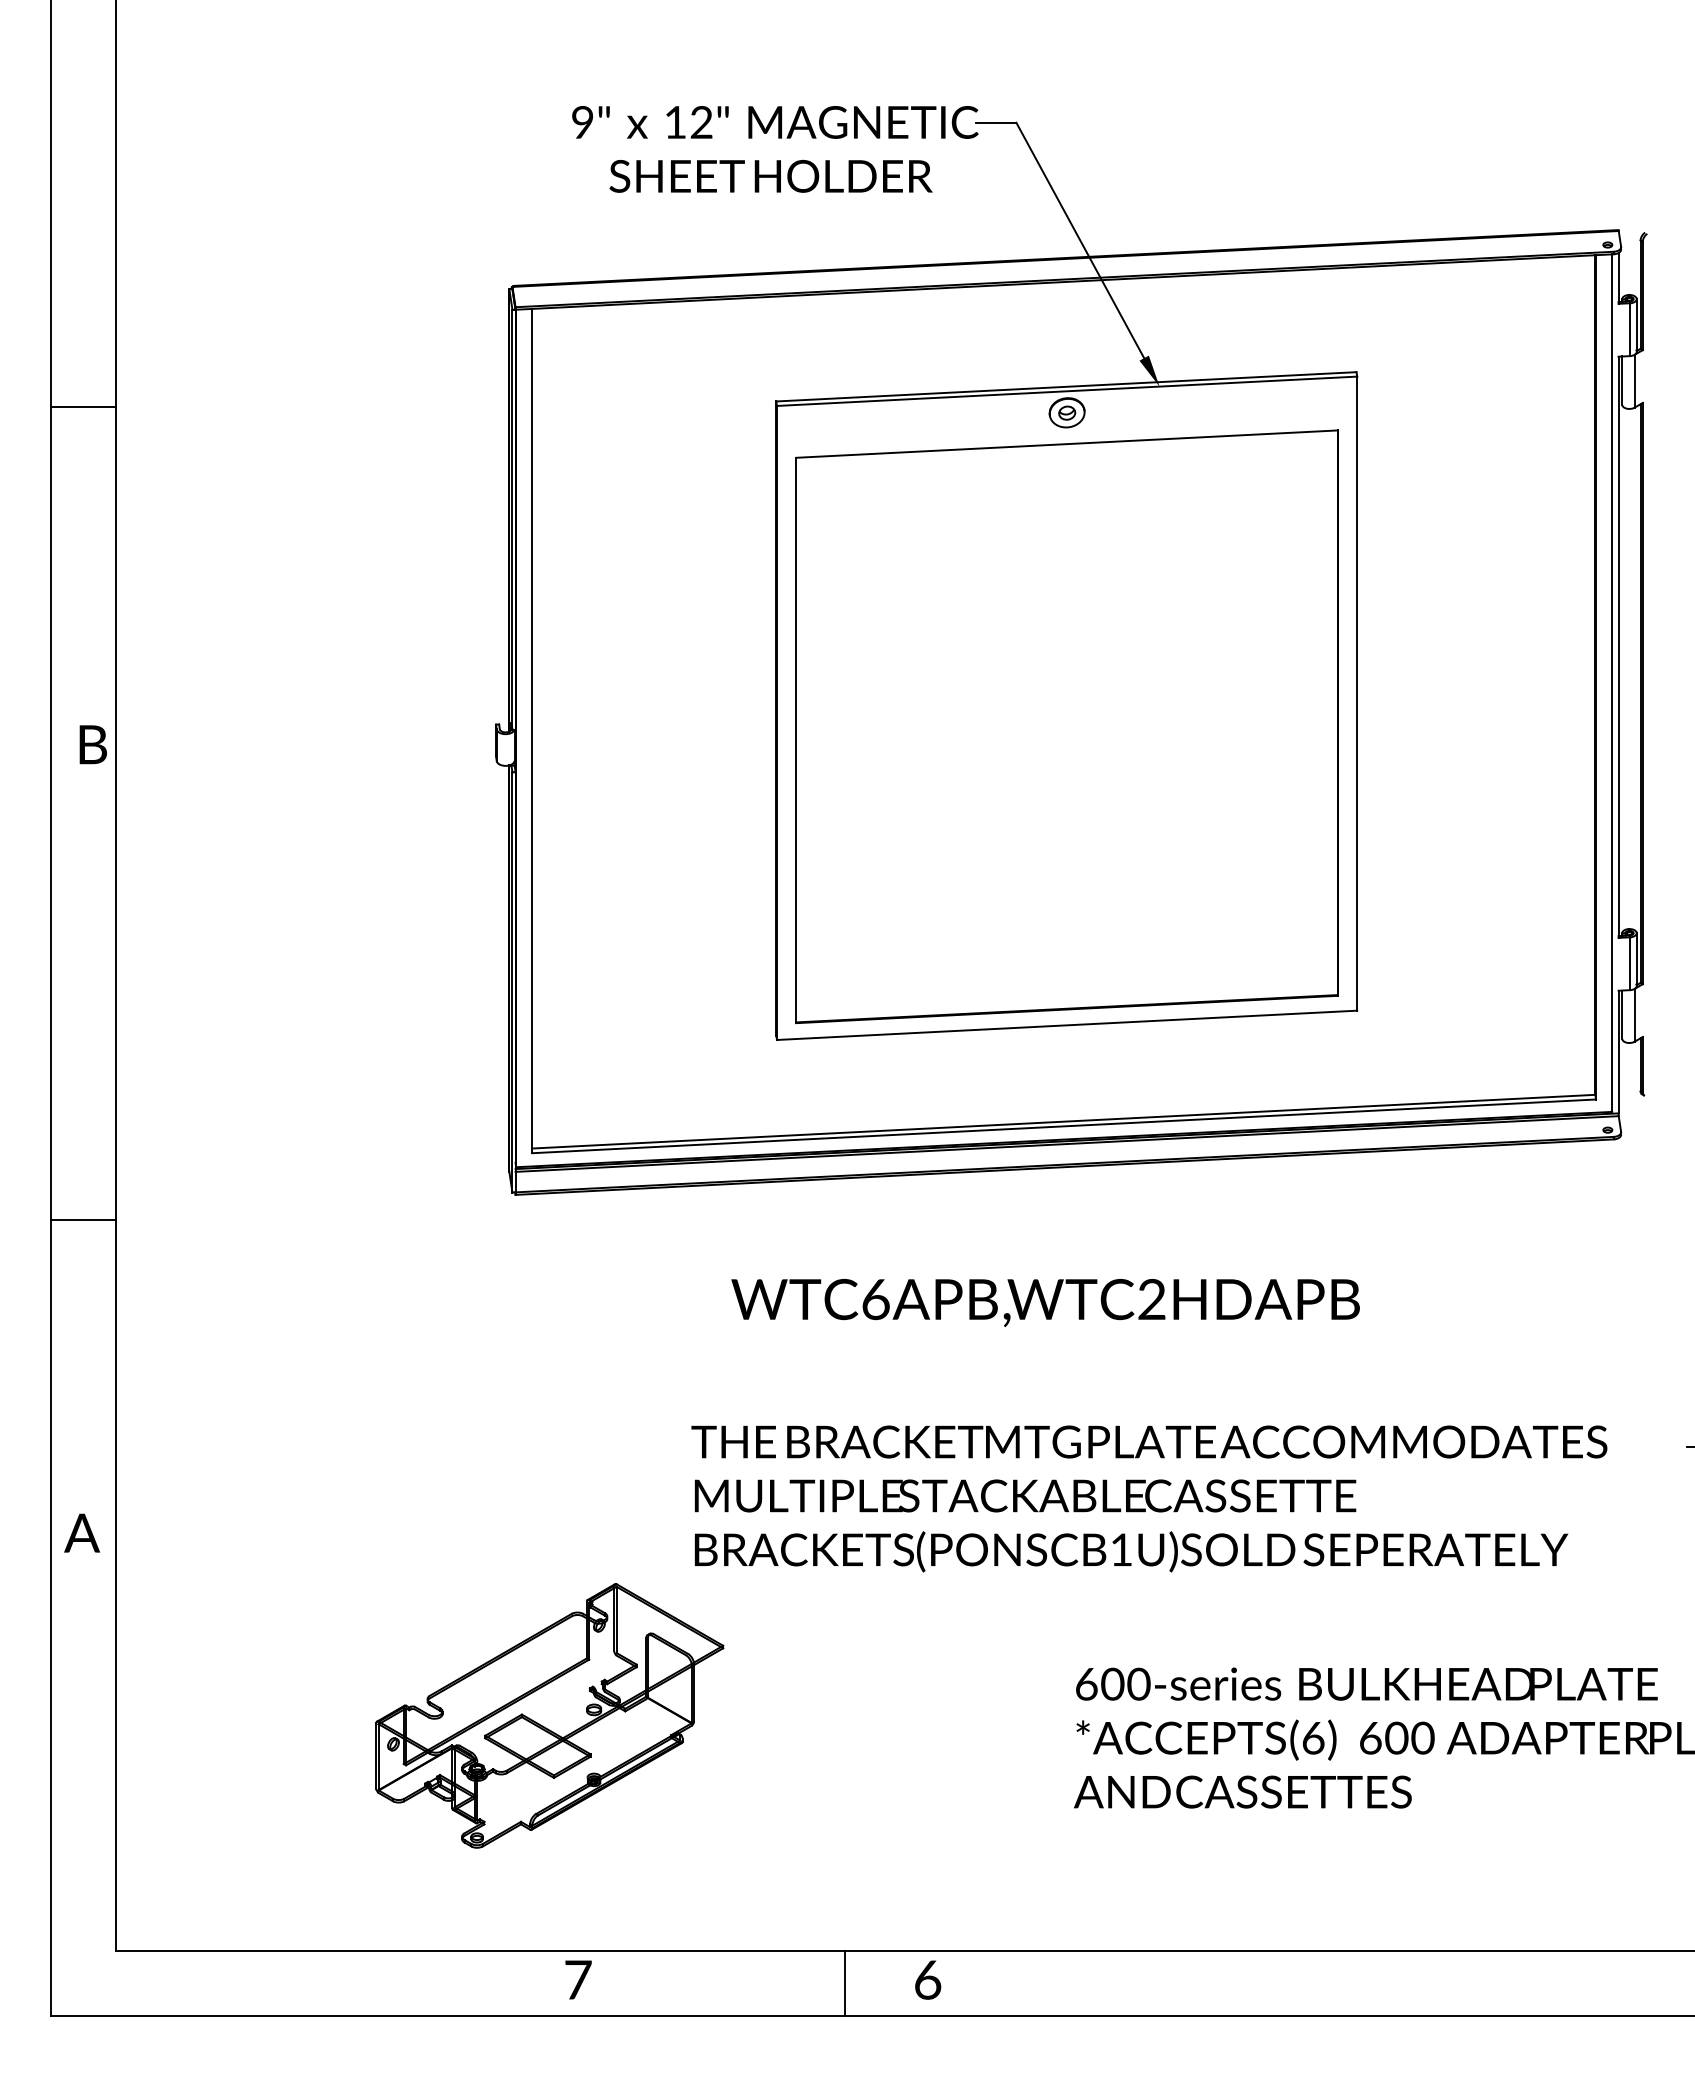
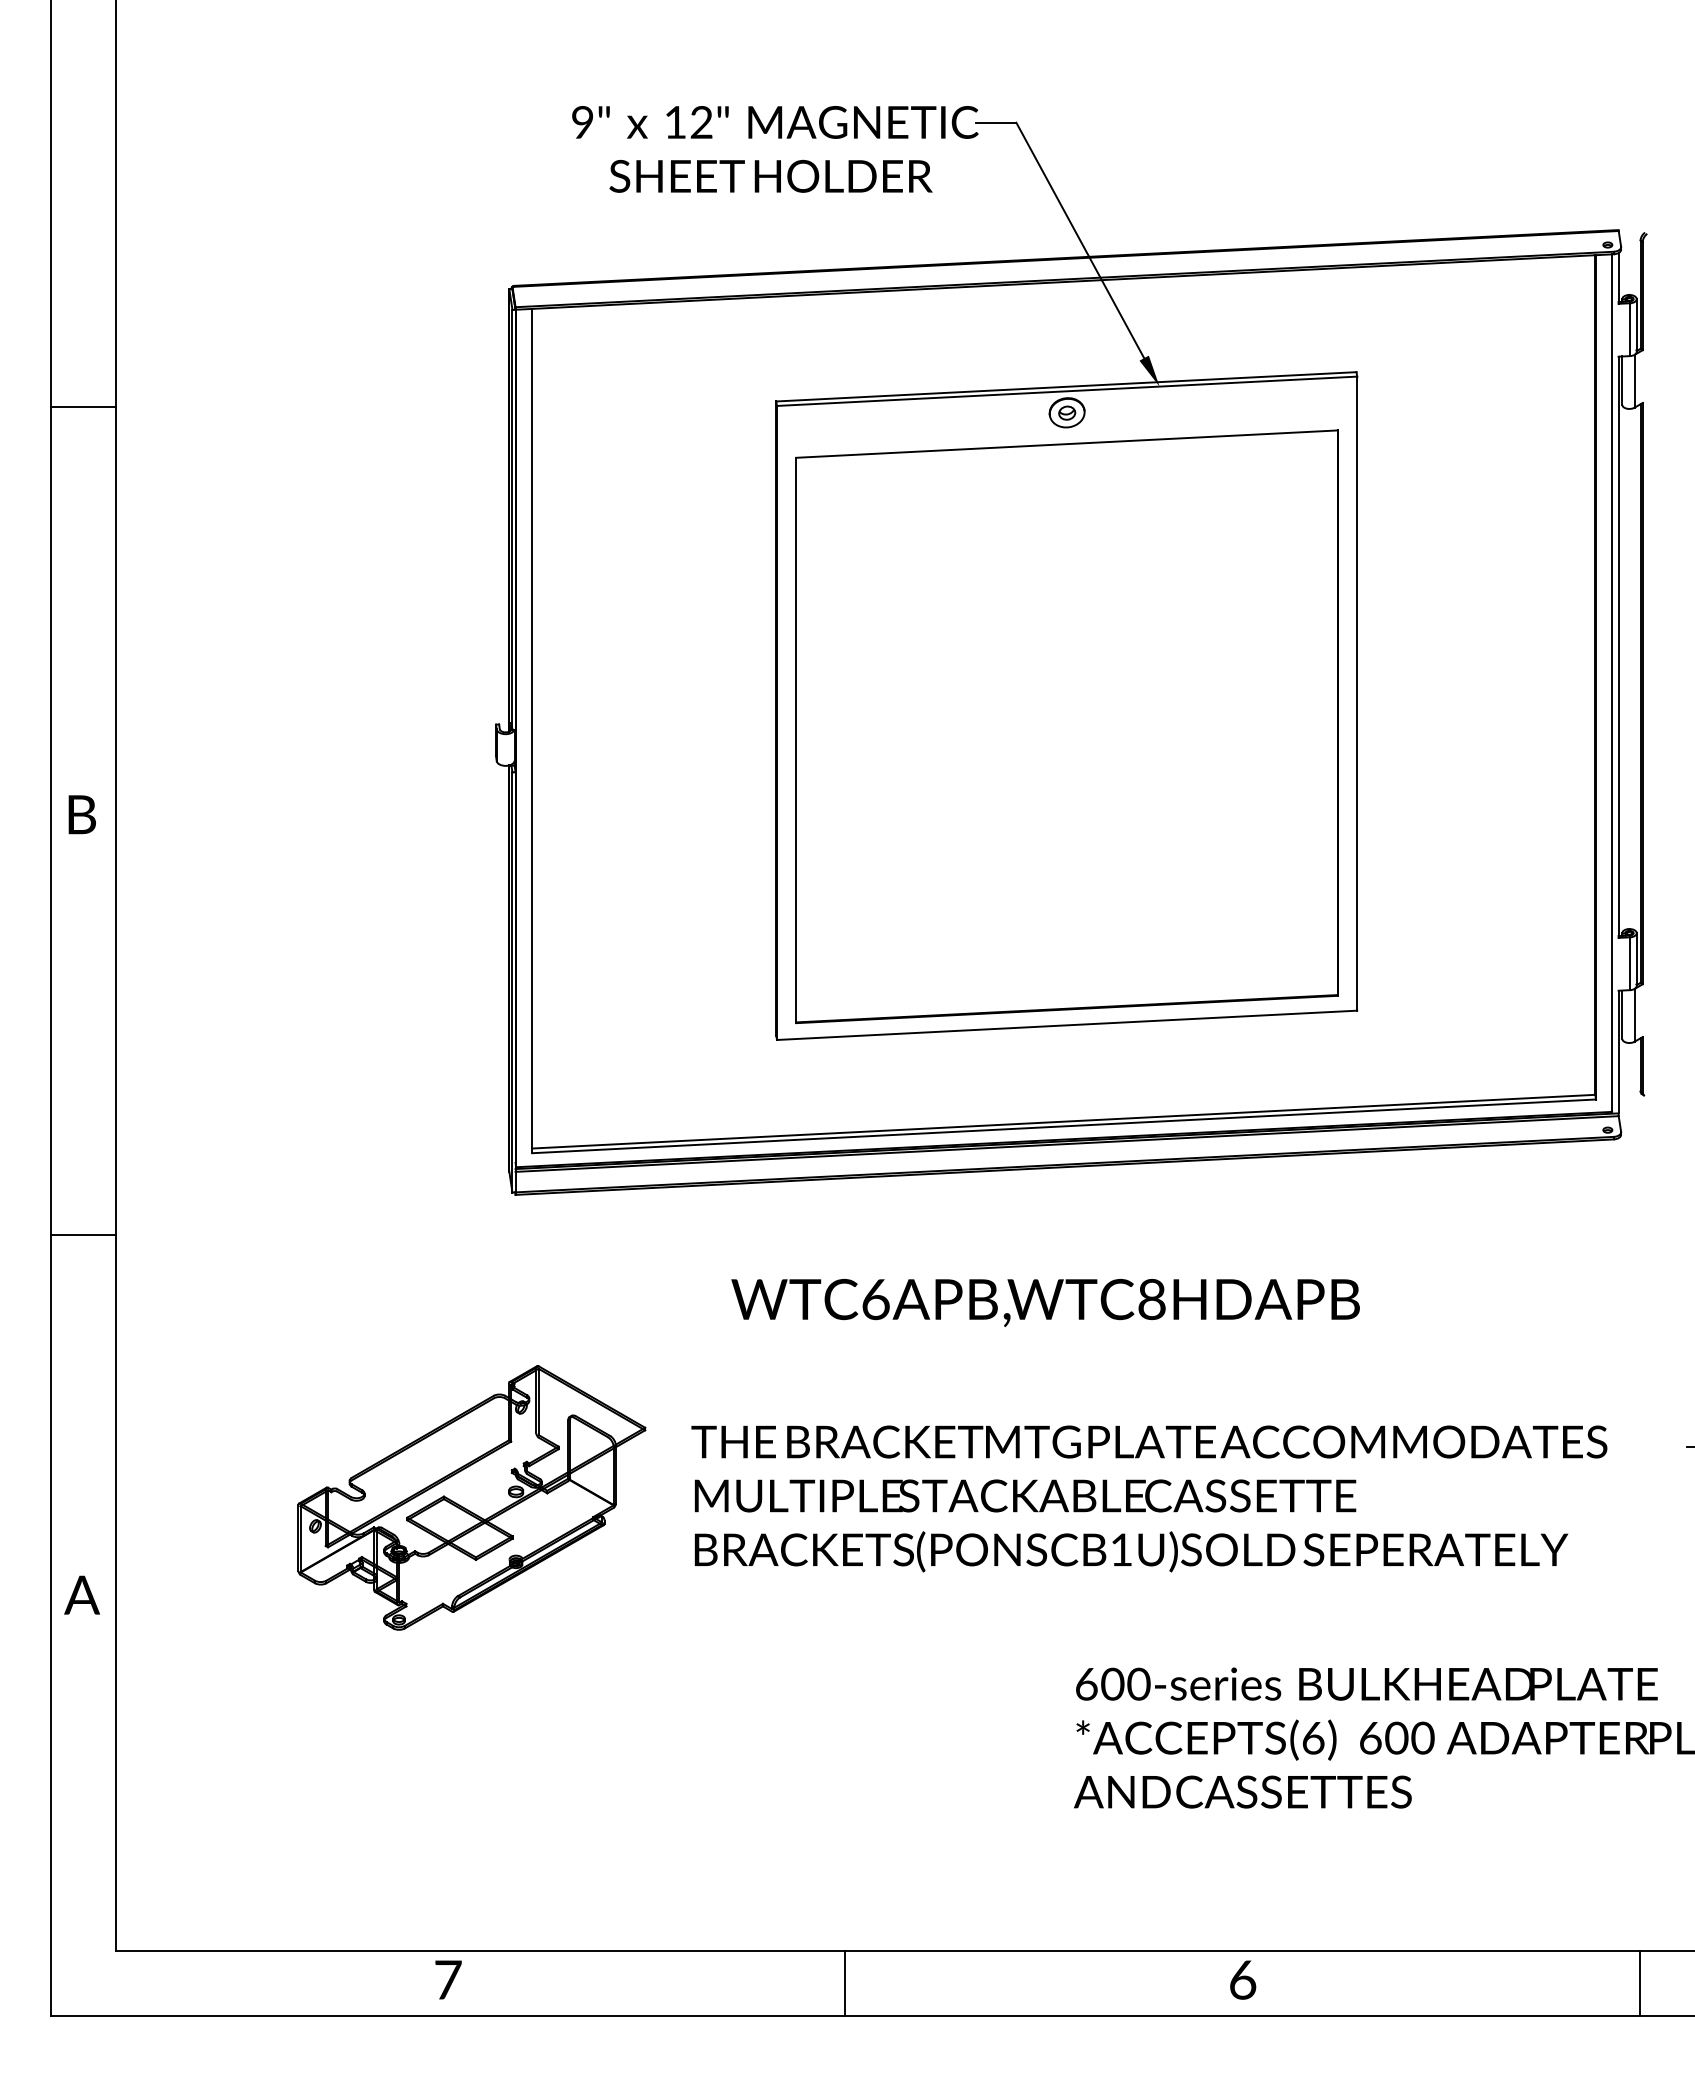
text at (92, 744) position: (92, 744) -> (81, 814)
line at (82, 1220) position: (82, 1220) -> (82, 1235)
text at (1151, 1299): WTC2HDAPB -> WTC8HDAPB
text at (82, 1532) position: (82, 1532) -> (82, 1594)
part at (549, 1715) position: (549, 1715) -> (471, 1497)
text at (578, 1979) position: (578, 1979) -> (448, 1979)
text at (928, 1979) position: (928, 1979) -> (1243, 1979)
line at (1640, 1982): none -> present
